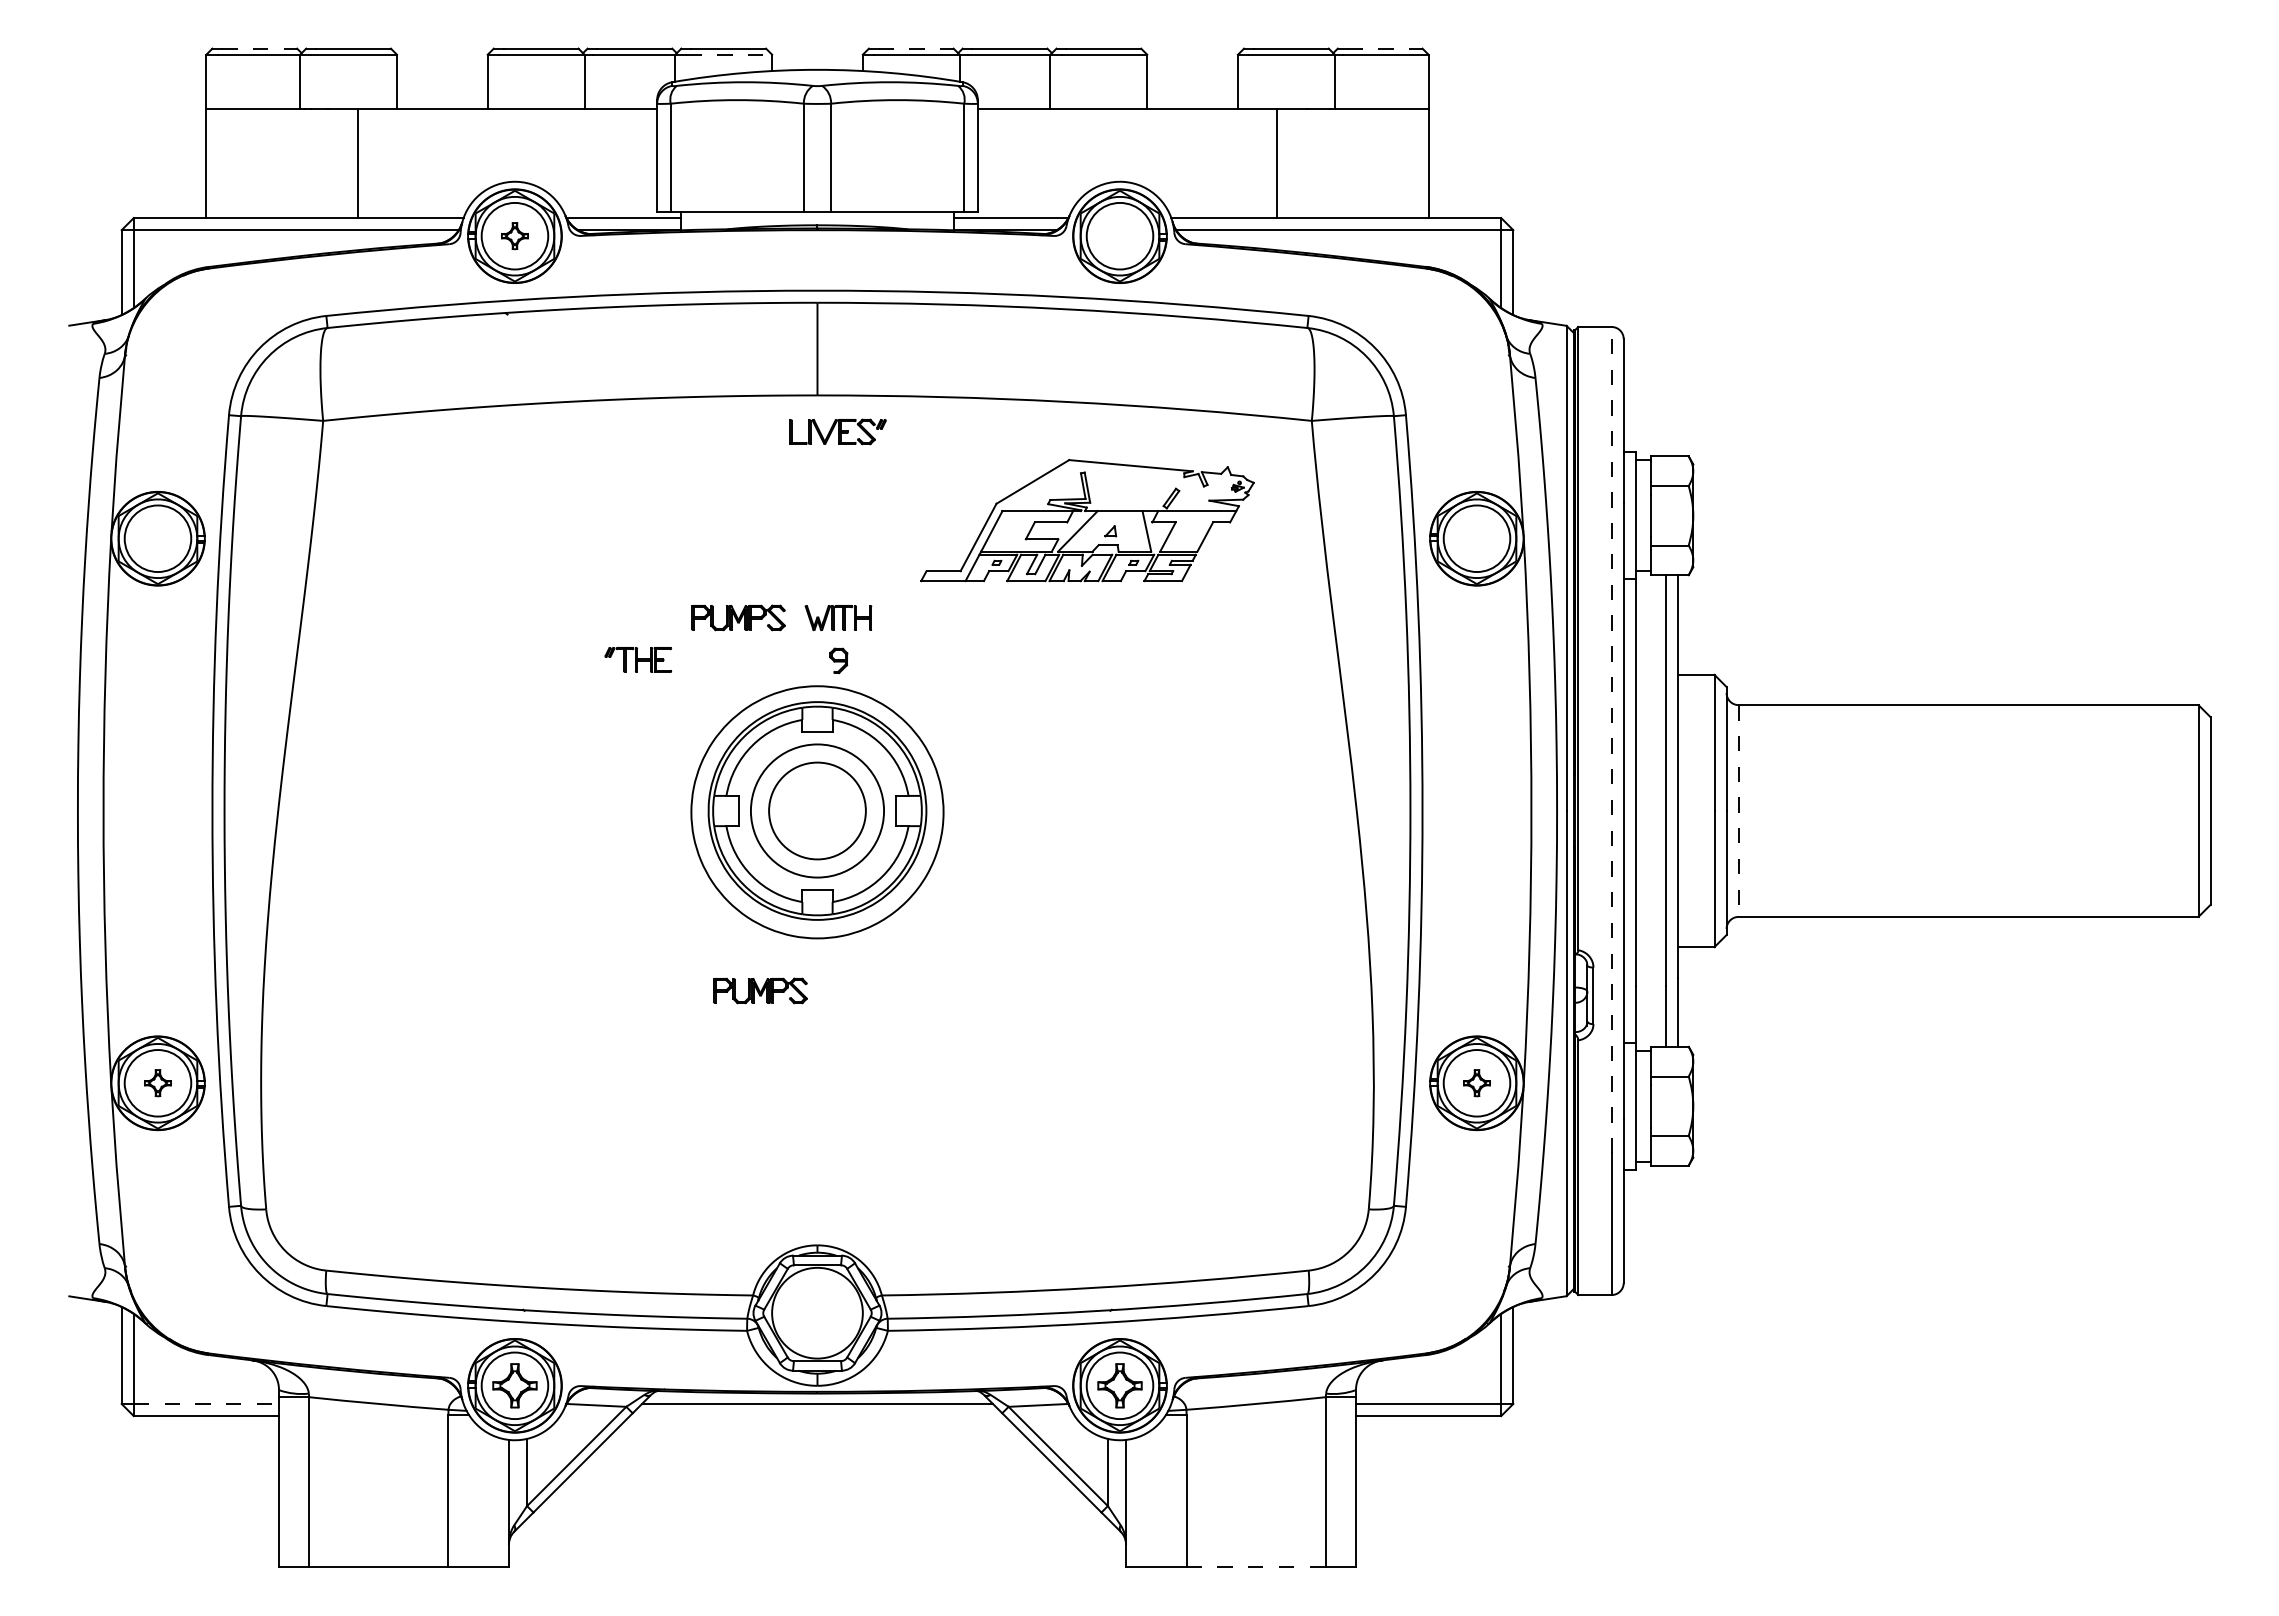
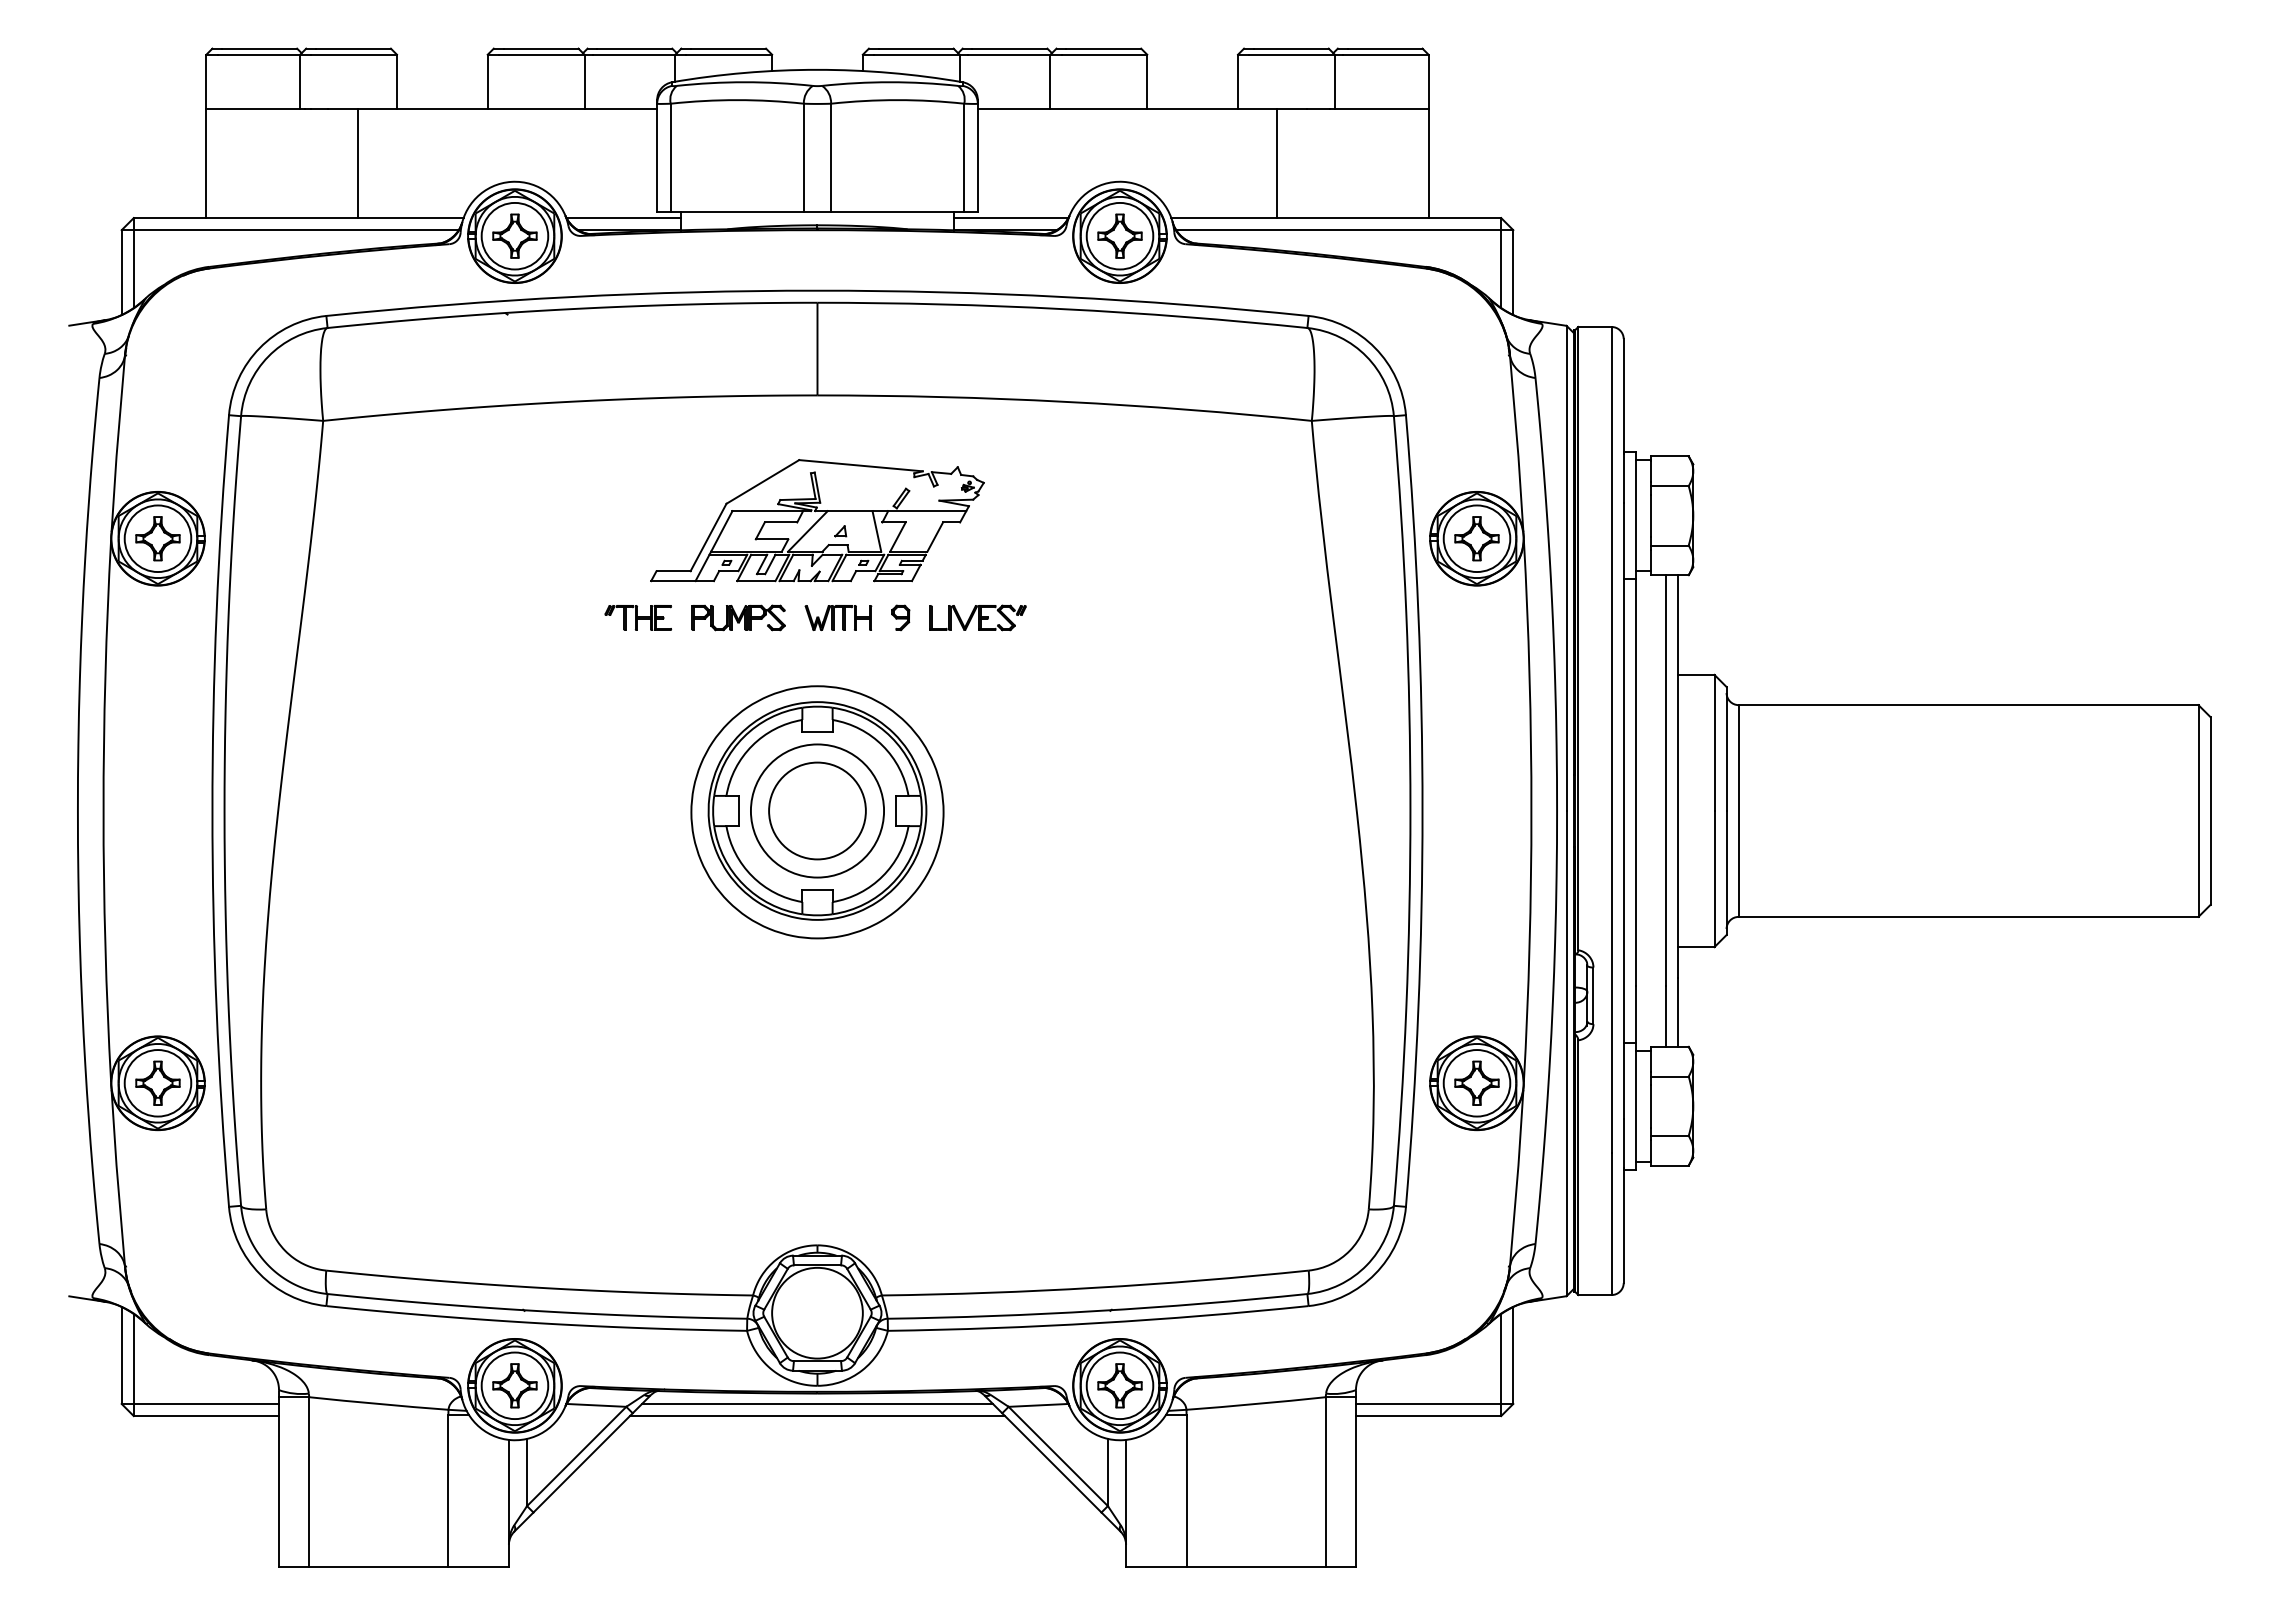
line at (260, 48): dashed -> solid
line at (916, 48): dashed -> solid
line at (1385, 48): dashed -> solid
line at (729, 54): dashed -> solid
part at (1119, 235): none -> present
part at (514, 236) size: 28x29 px -> 46x46 px
part at (837, 431) position: (837, 431) -> (977, 617)
part at (1087, 520) position: (1087, 520) -> (817, 520)
part at (157, 538): none -> present
part at (1476, 538): none -> present
part at (638, 659) position: (638, 659) -> (638, 617)
part at (838, 660) position: (838, 660) -> (900, 617)
line at (1611, 739): dashed -> solid
line at (1738, 811): dashed -> solid
part at (760, 990): present -> none
part at (157, 1083) size: 28x29 px -> 46x46 px
part at (1476, 1083) size: 28x29 px -> 46x46 px
line at (206, 1403): dashed -> solid
line at (817, 1416): none -> present
line at (1256, 1567): dashed -> solid
